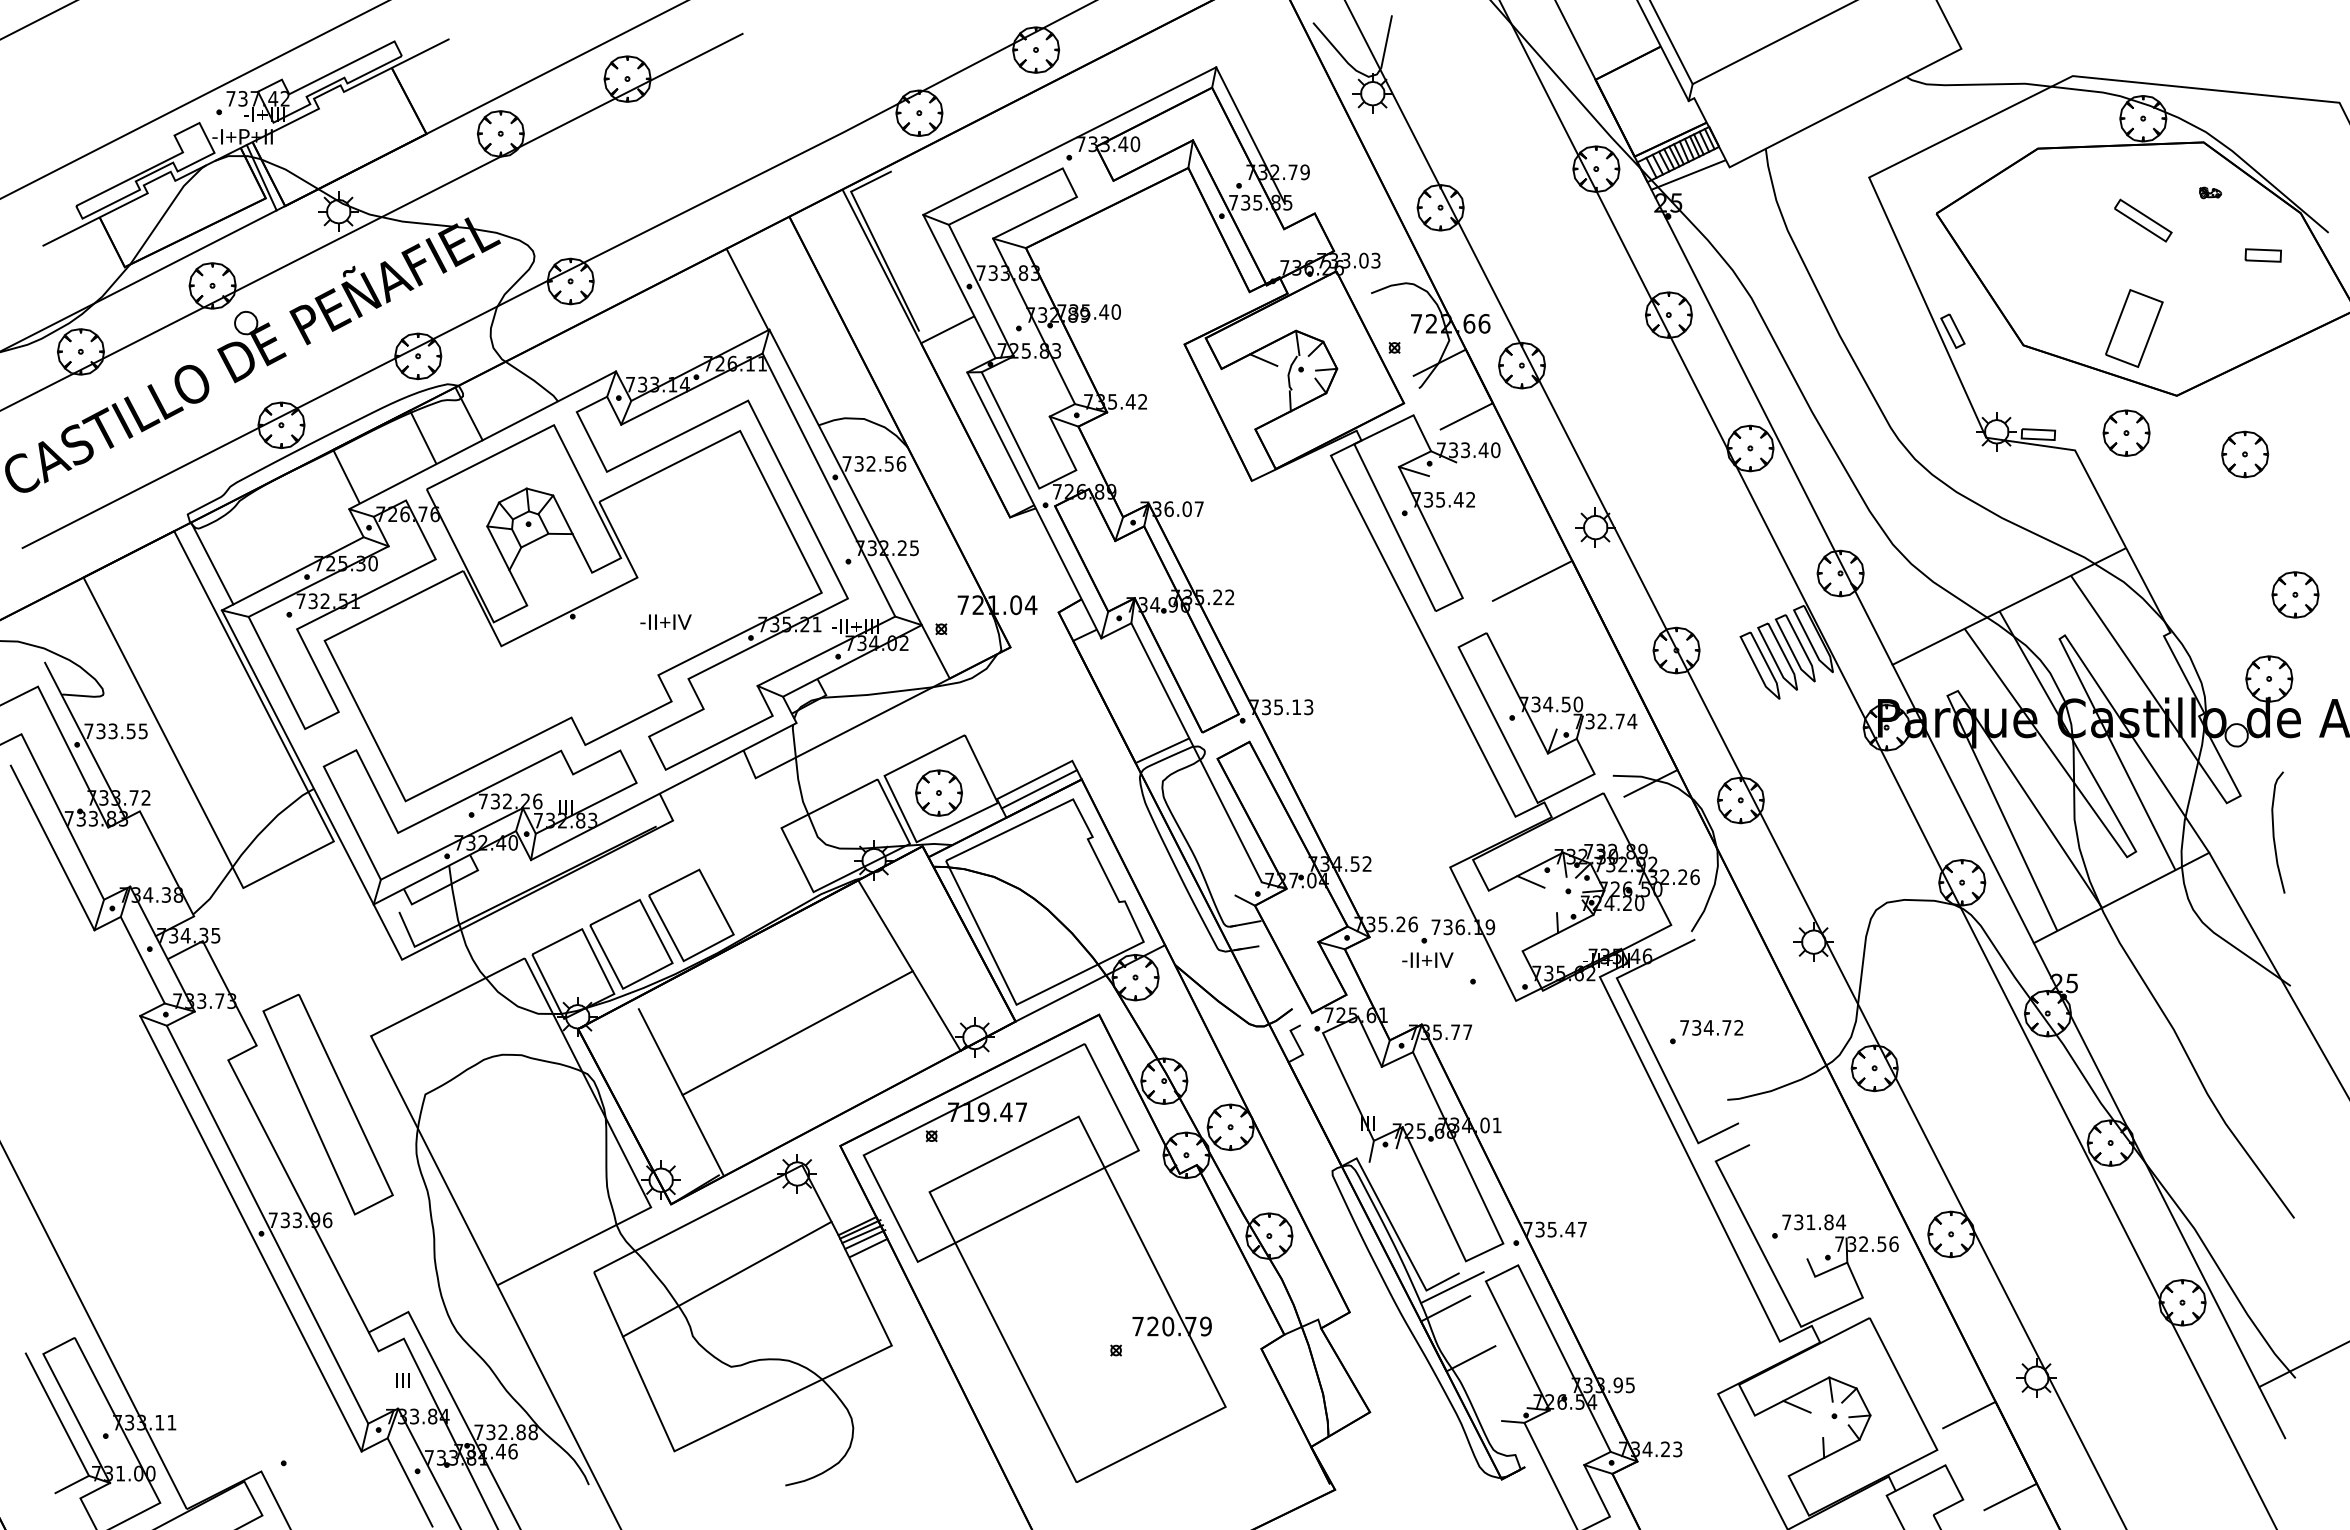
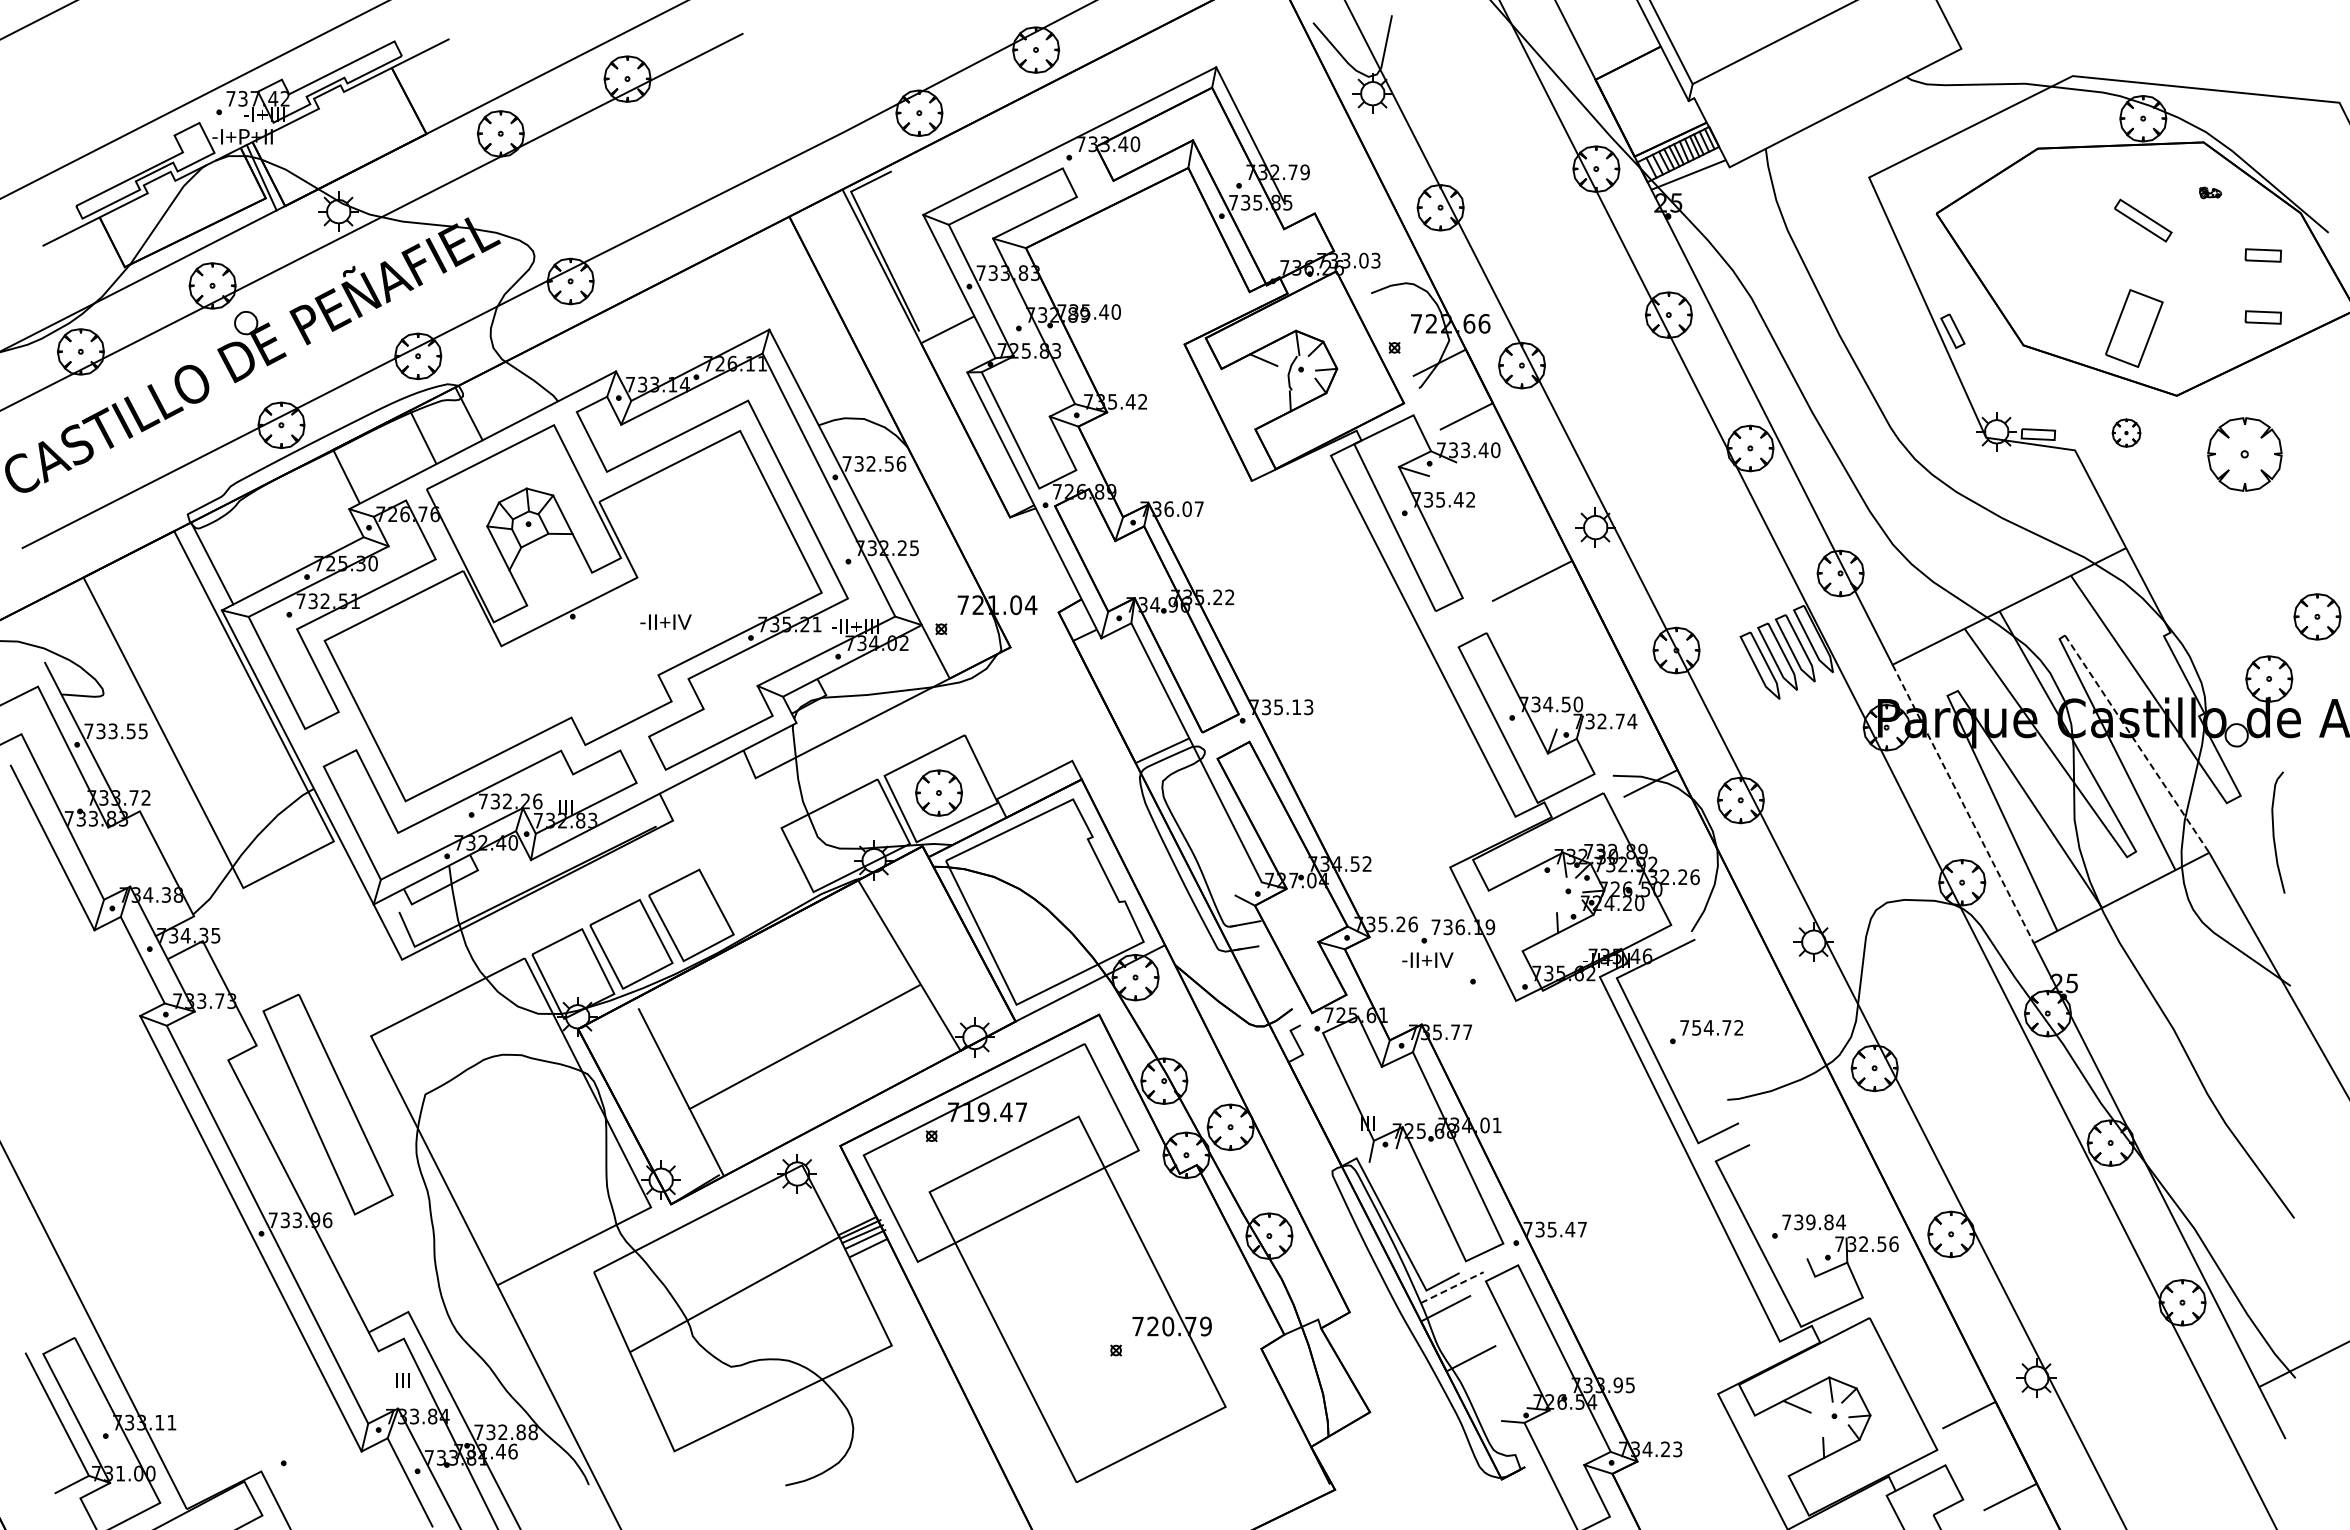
line at (747, 289): present -> none
part at (2262, 317): none -> present
part at (2126, 432) size: 49x48 px -> 31x30 px
part at (2245, 454) size: 49x49 px -> 76x75 px
part at (2295, 594) position: (2295, 594) -> (2317, 616)
line at (2137, 744): solid -> dashed
line at (1039, 789): present -> none
line at (1963, 804): solid -> dashed
line at (1530, 881): present -> none
text at (1696, 1027): 734.72 -> 754.72
line at (797, 1033) position: (797, 1033) -> (804, 1047)
text at (1810, 1222): 731.84 -> 739.84
line at (726, 1278) position: (726, 1278) -> (734, 1293)
line at (1452, 1287): solid -> dashed
